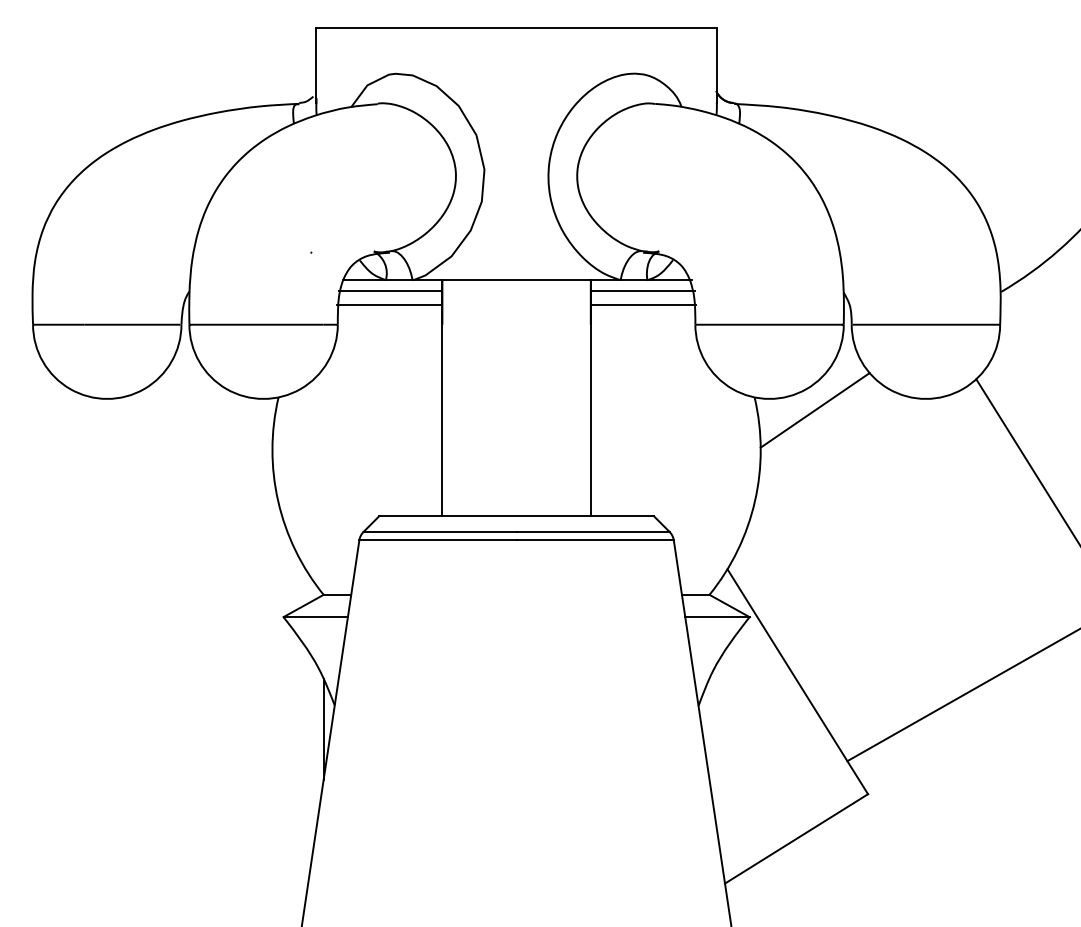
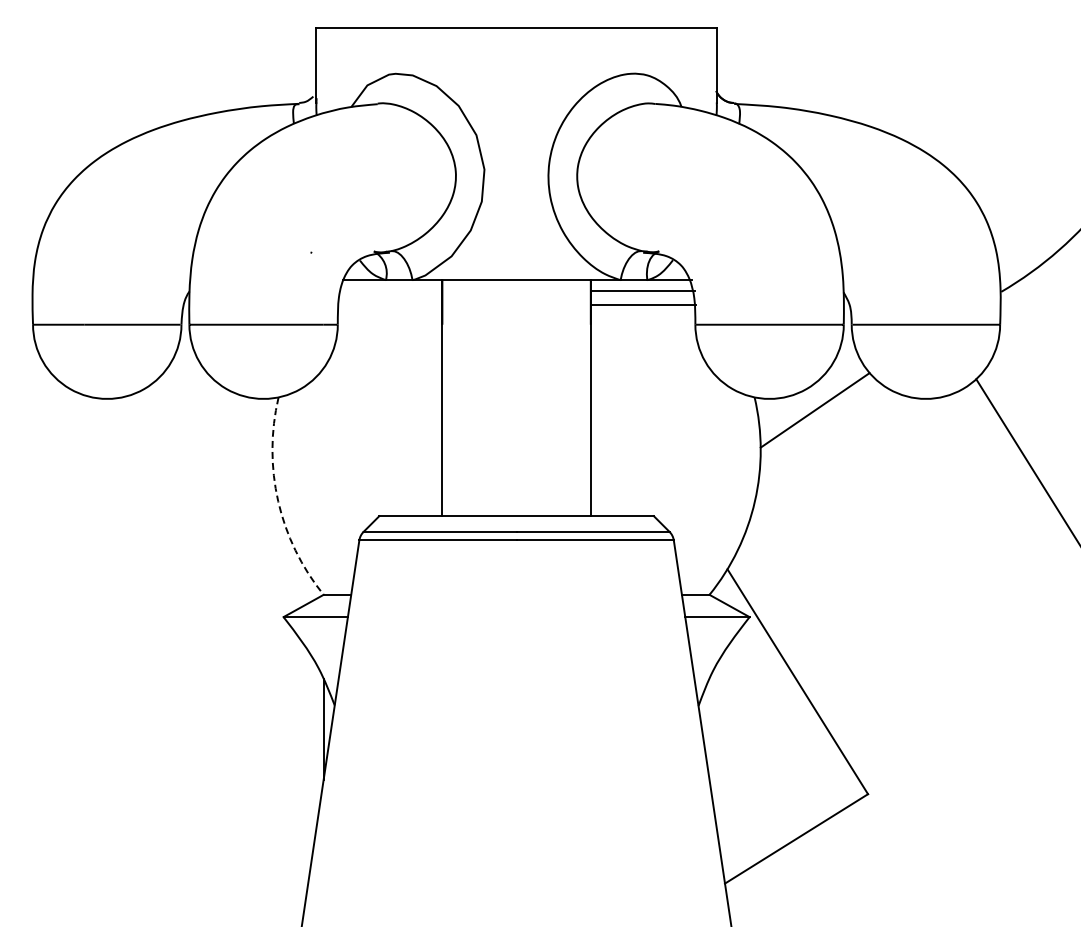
line at (389, 290): present -> none
line at (388, 305): present -> none
arc at (278, 501): solid -> dashed
line at (962, 695): present -> none
